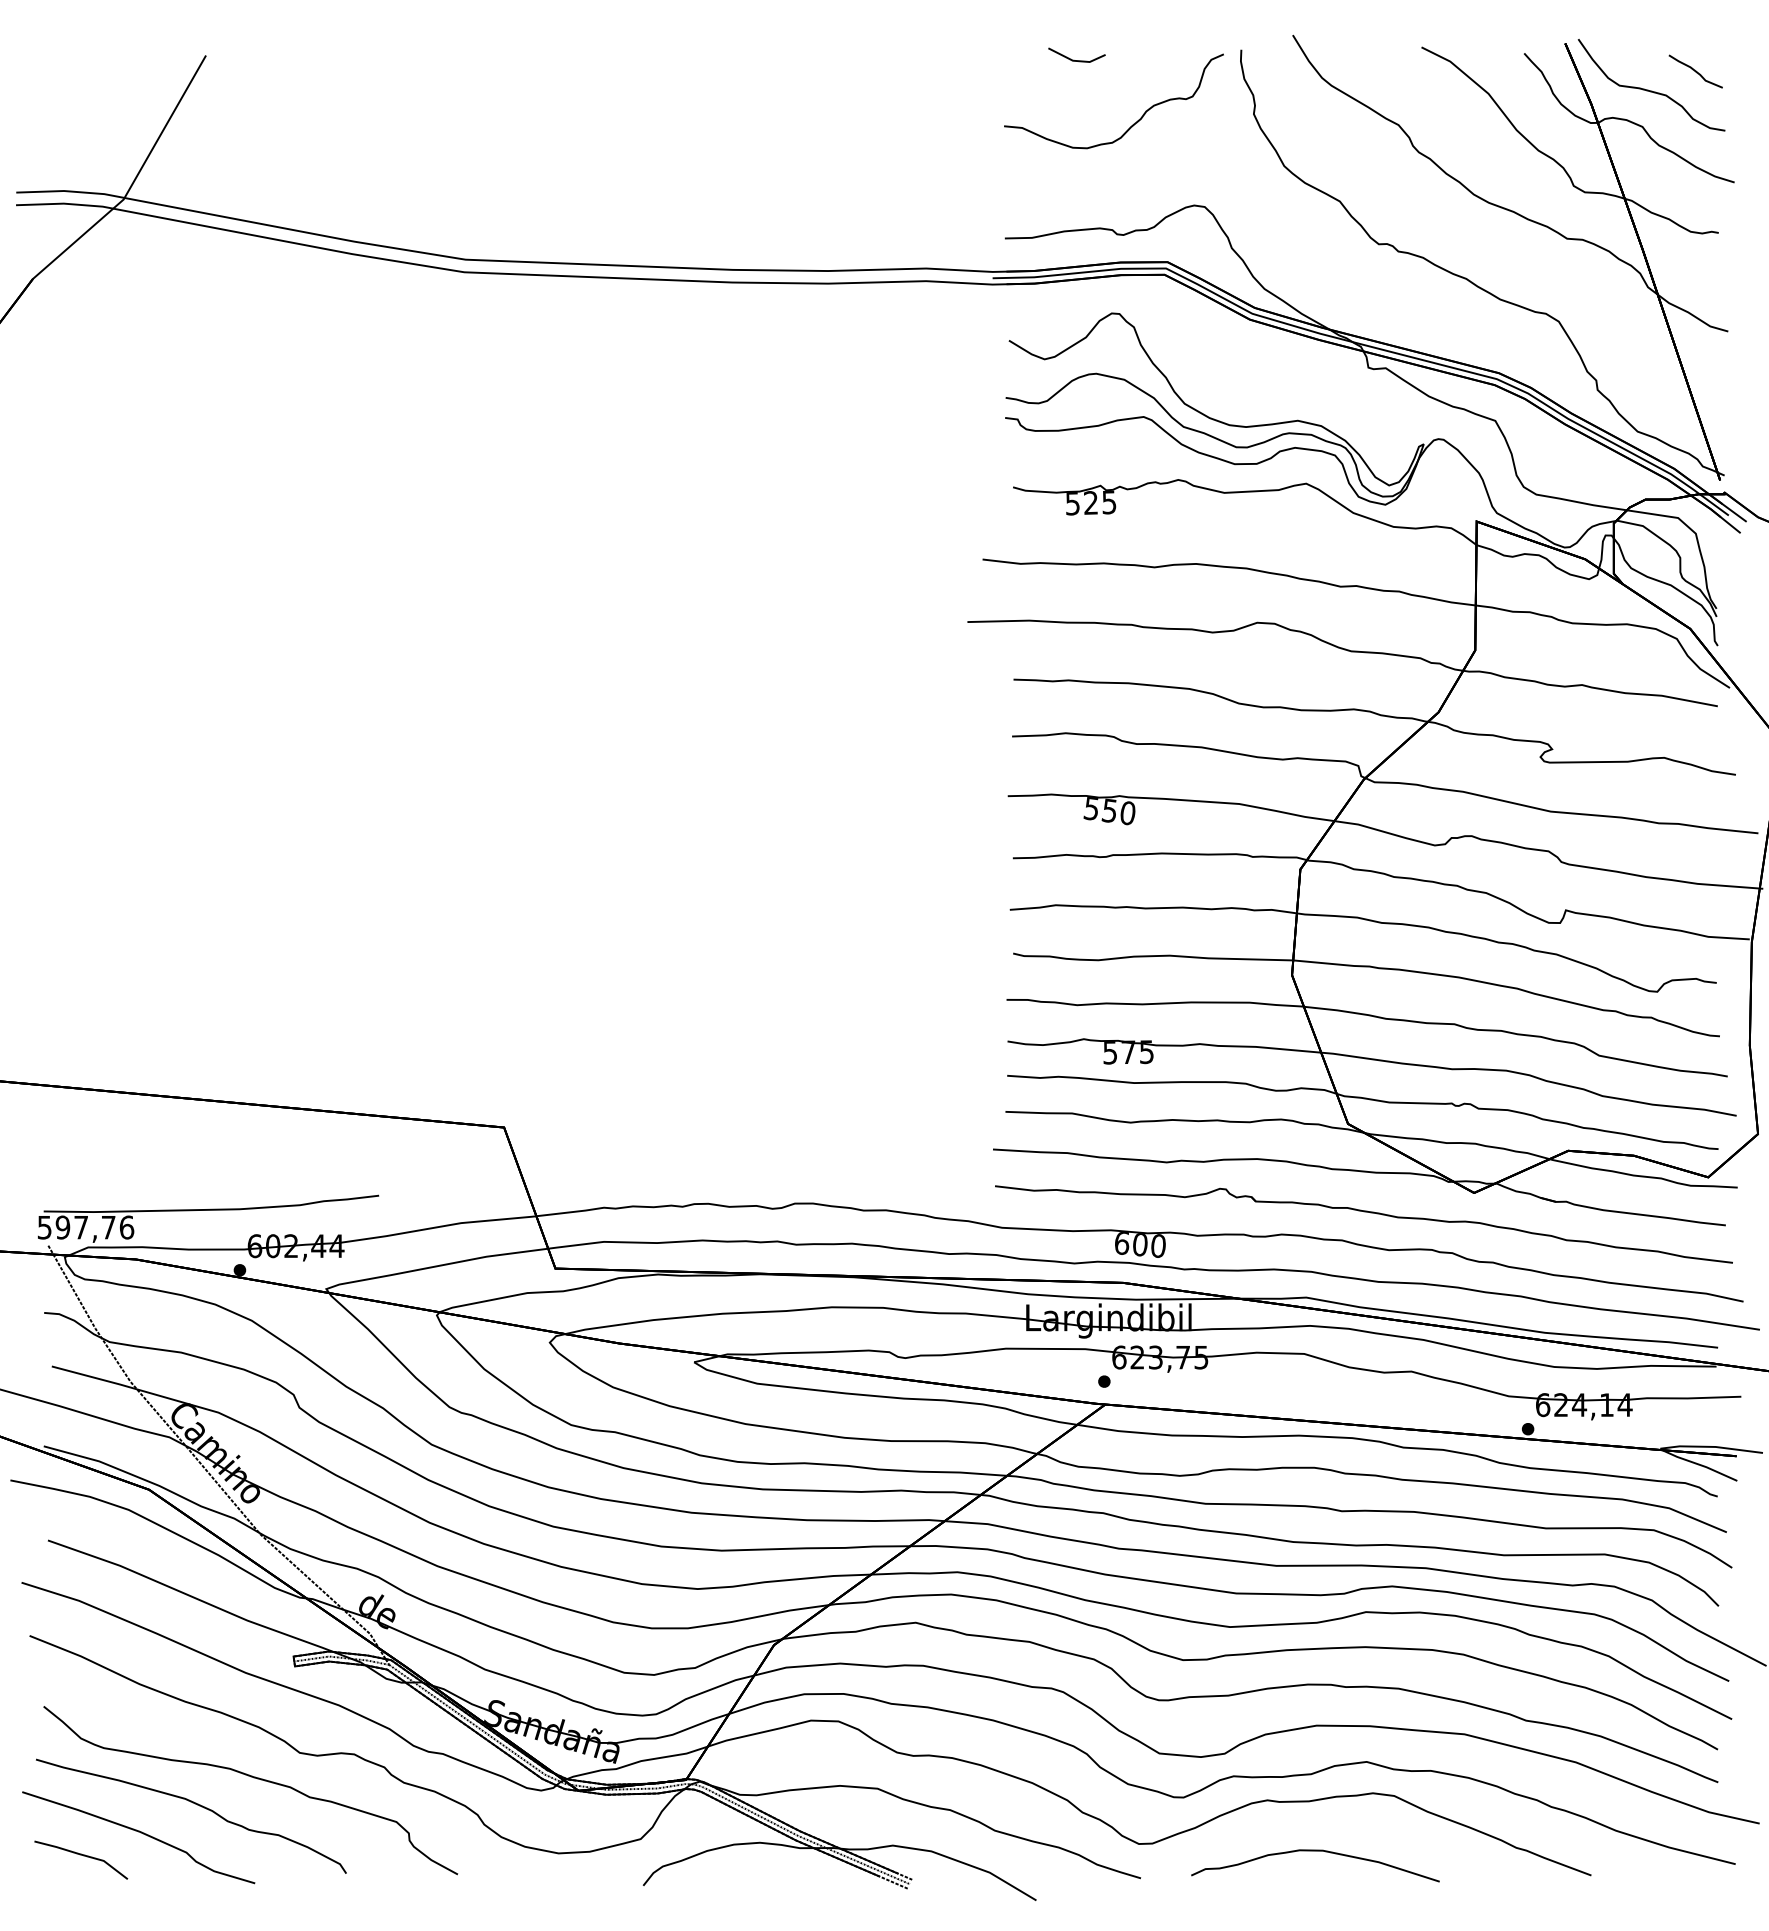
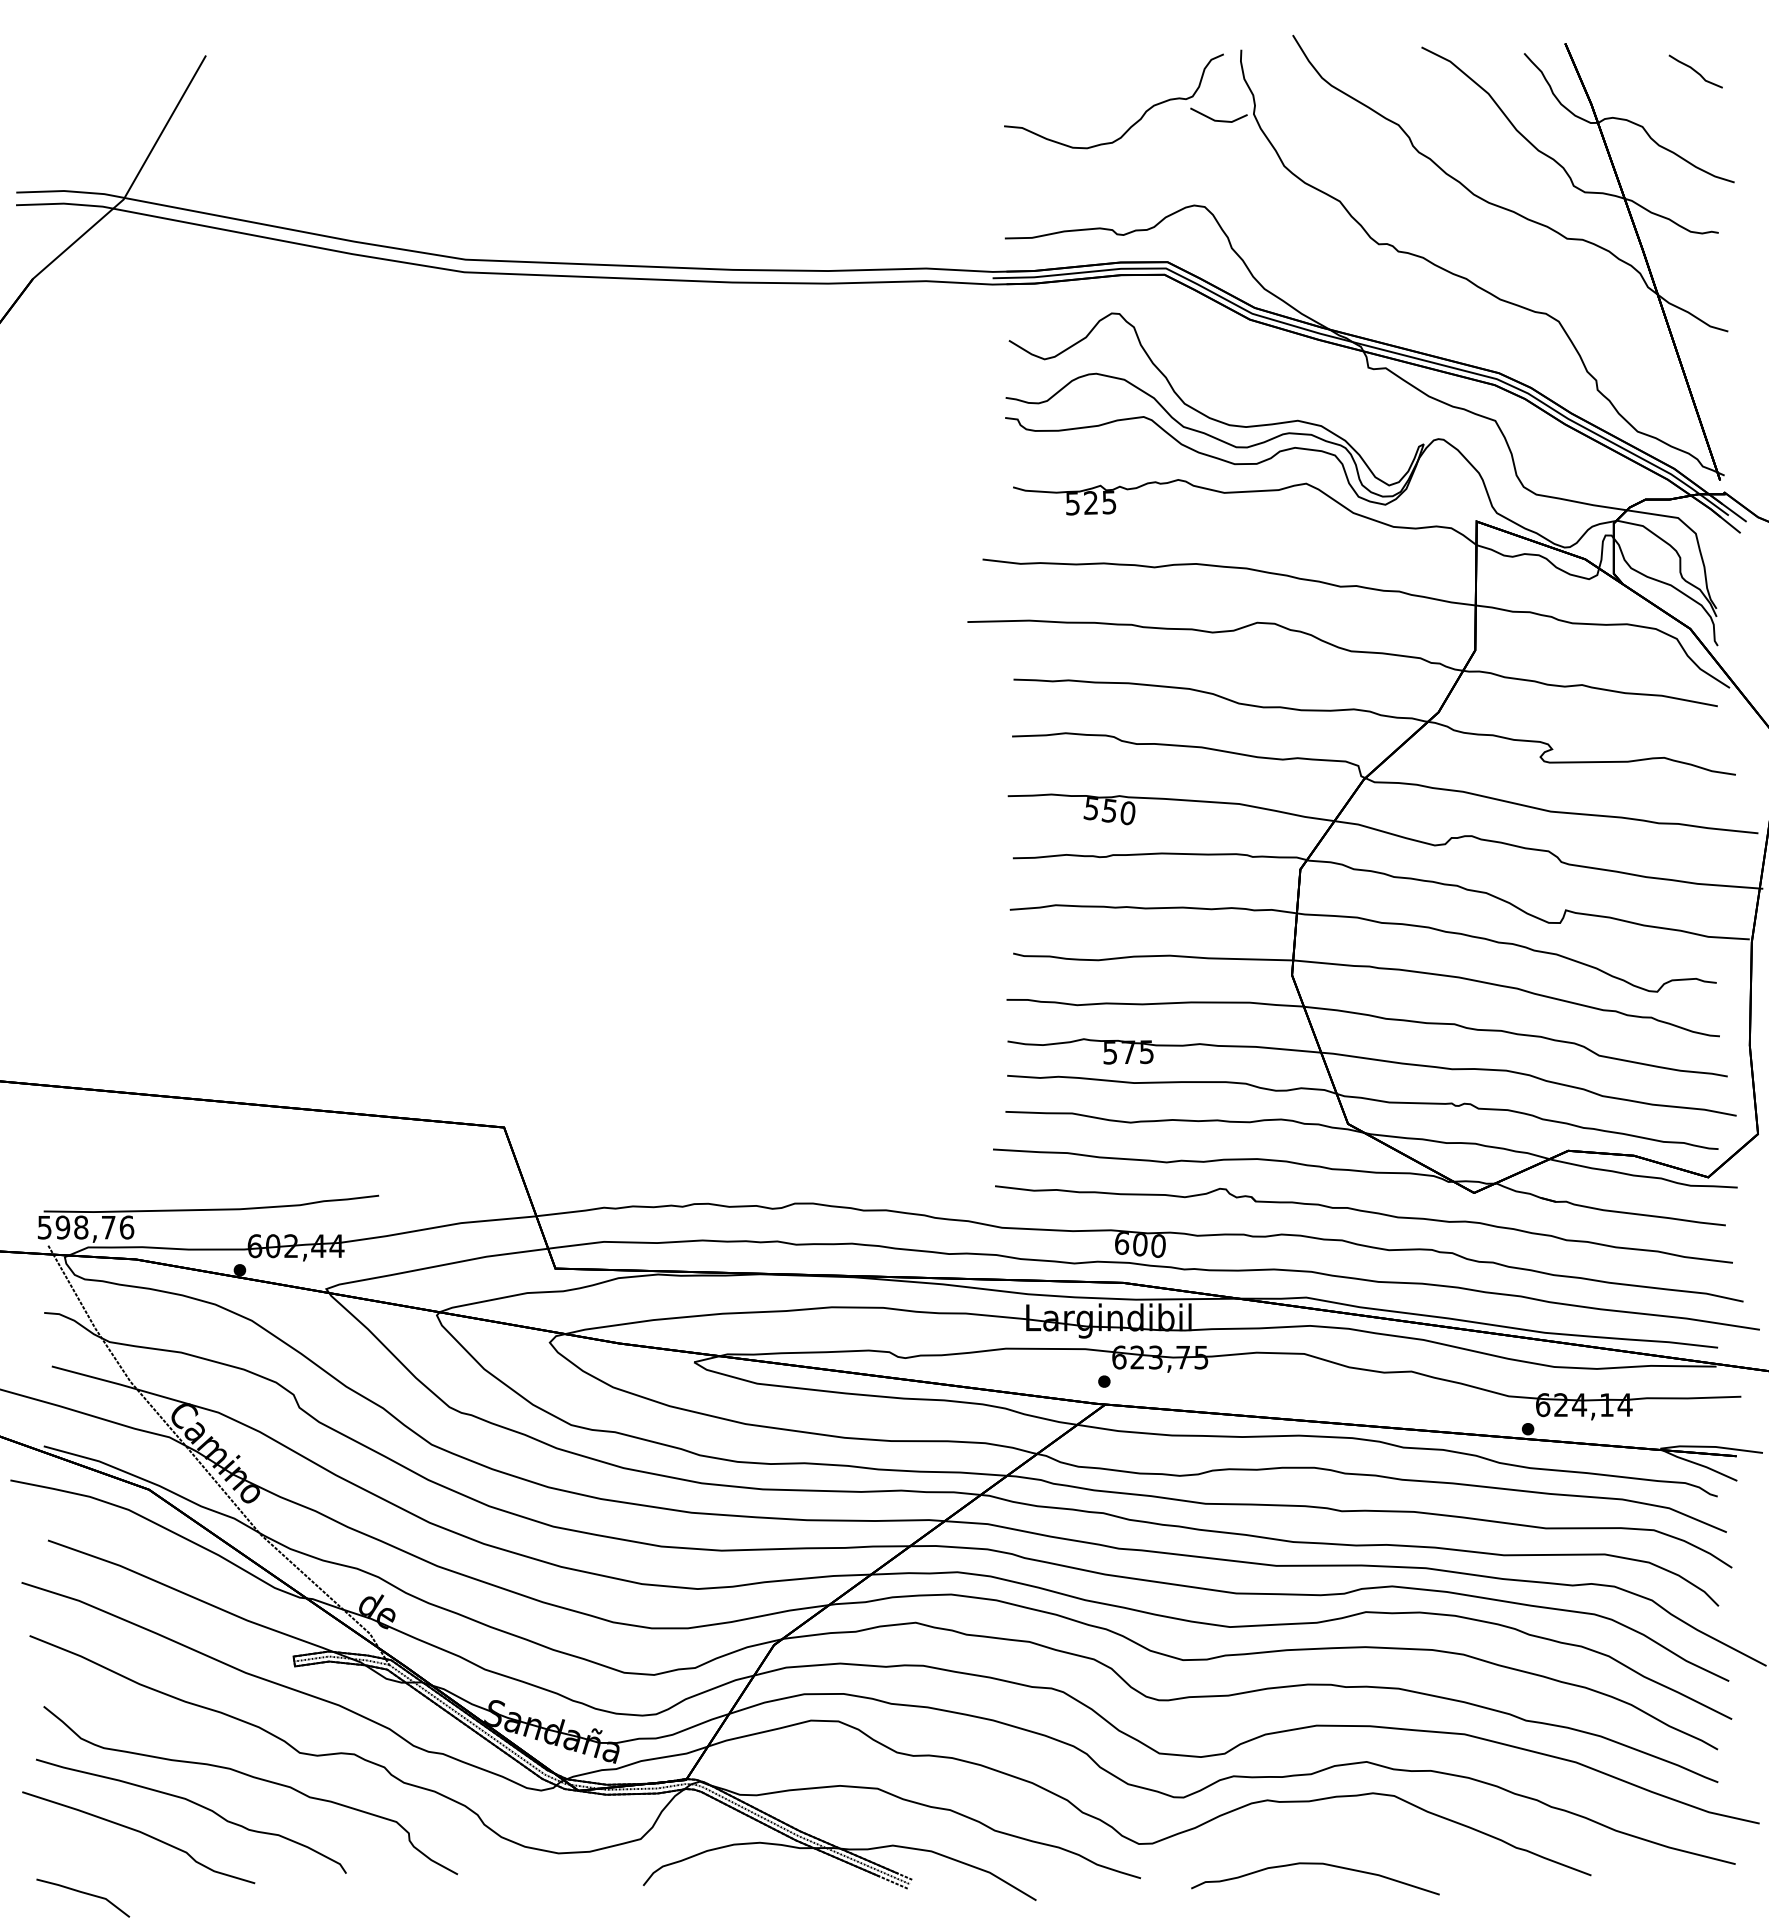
line at (1073, 59) position: (1073, 59) -> (1215, 119)
curve at (1648, 89): present -> none
text at (81, 1227): 597,76 -> 598,76
curve at (1315, 1851) position: (1315, 1851) -> (1315, 1864)
line at (83, 1856) position: (83, 1856) -> (85, 1894)
